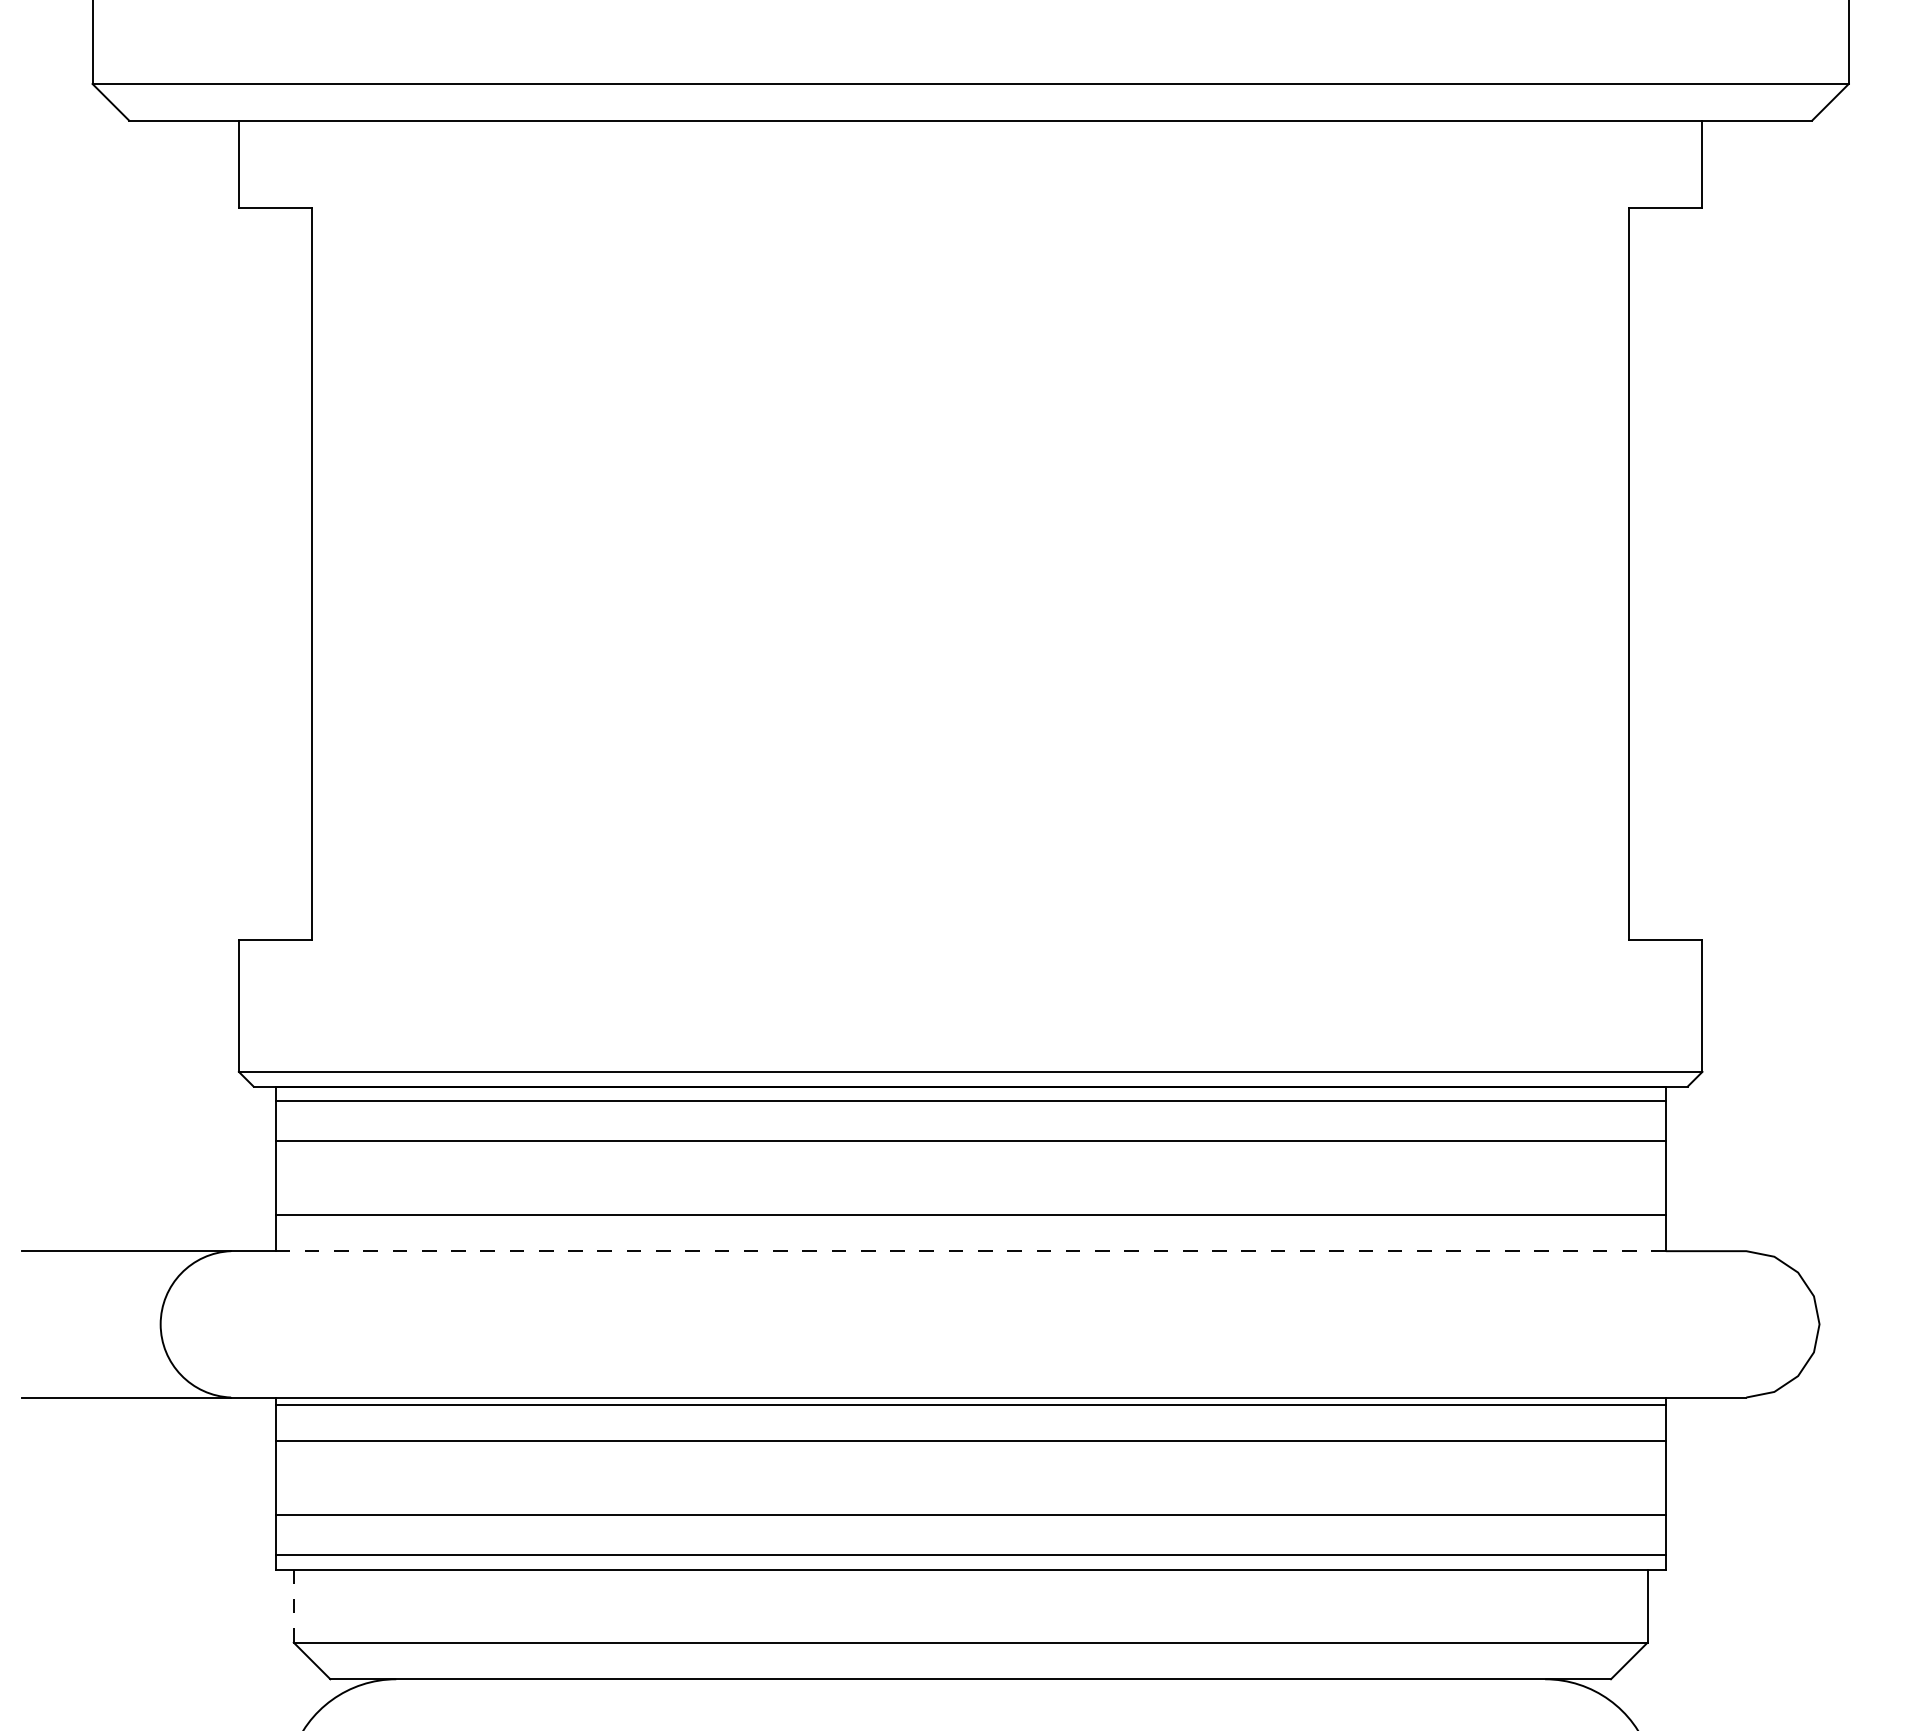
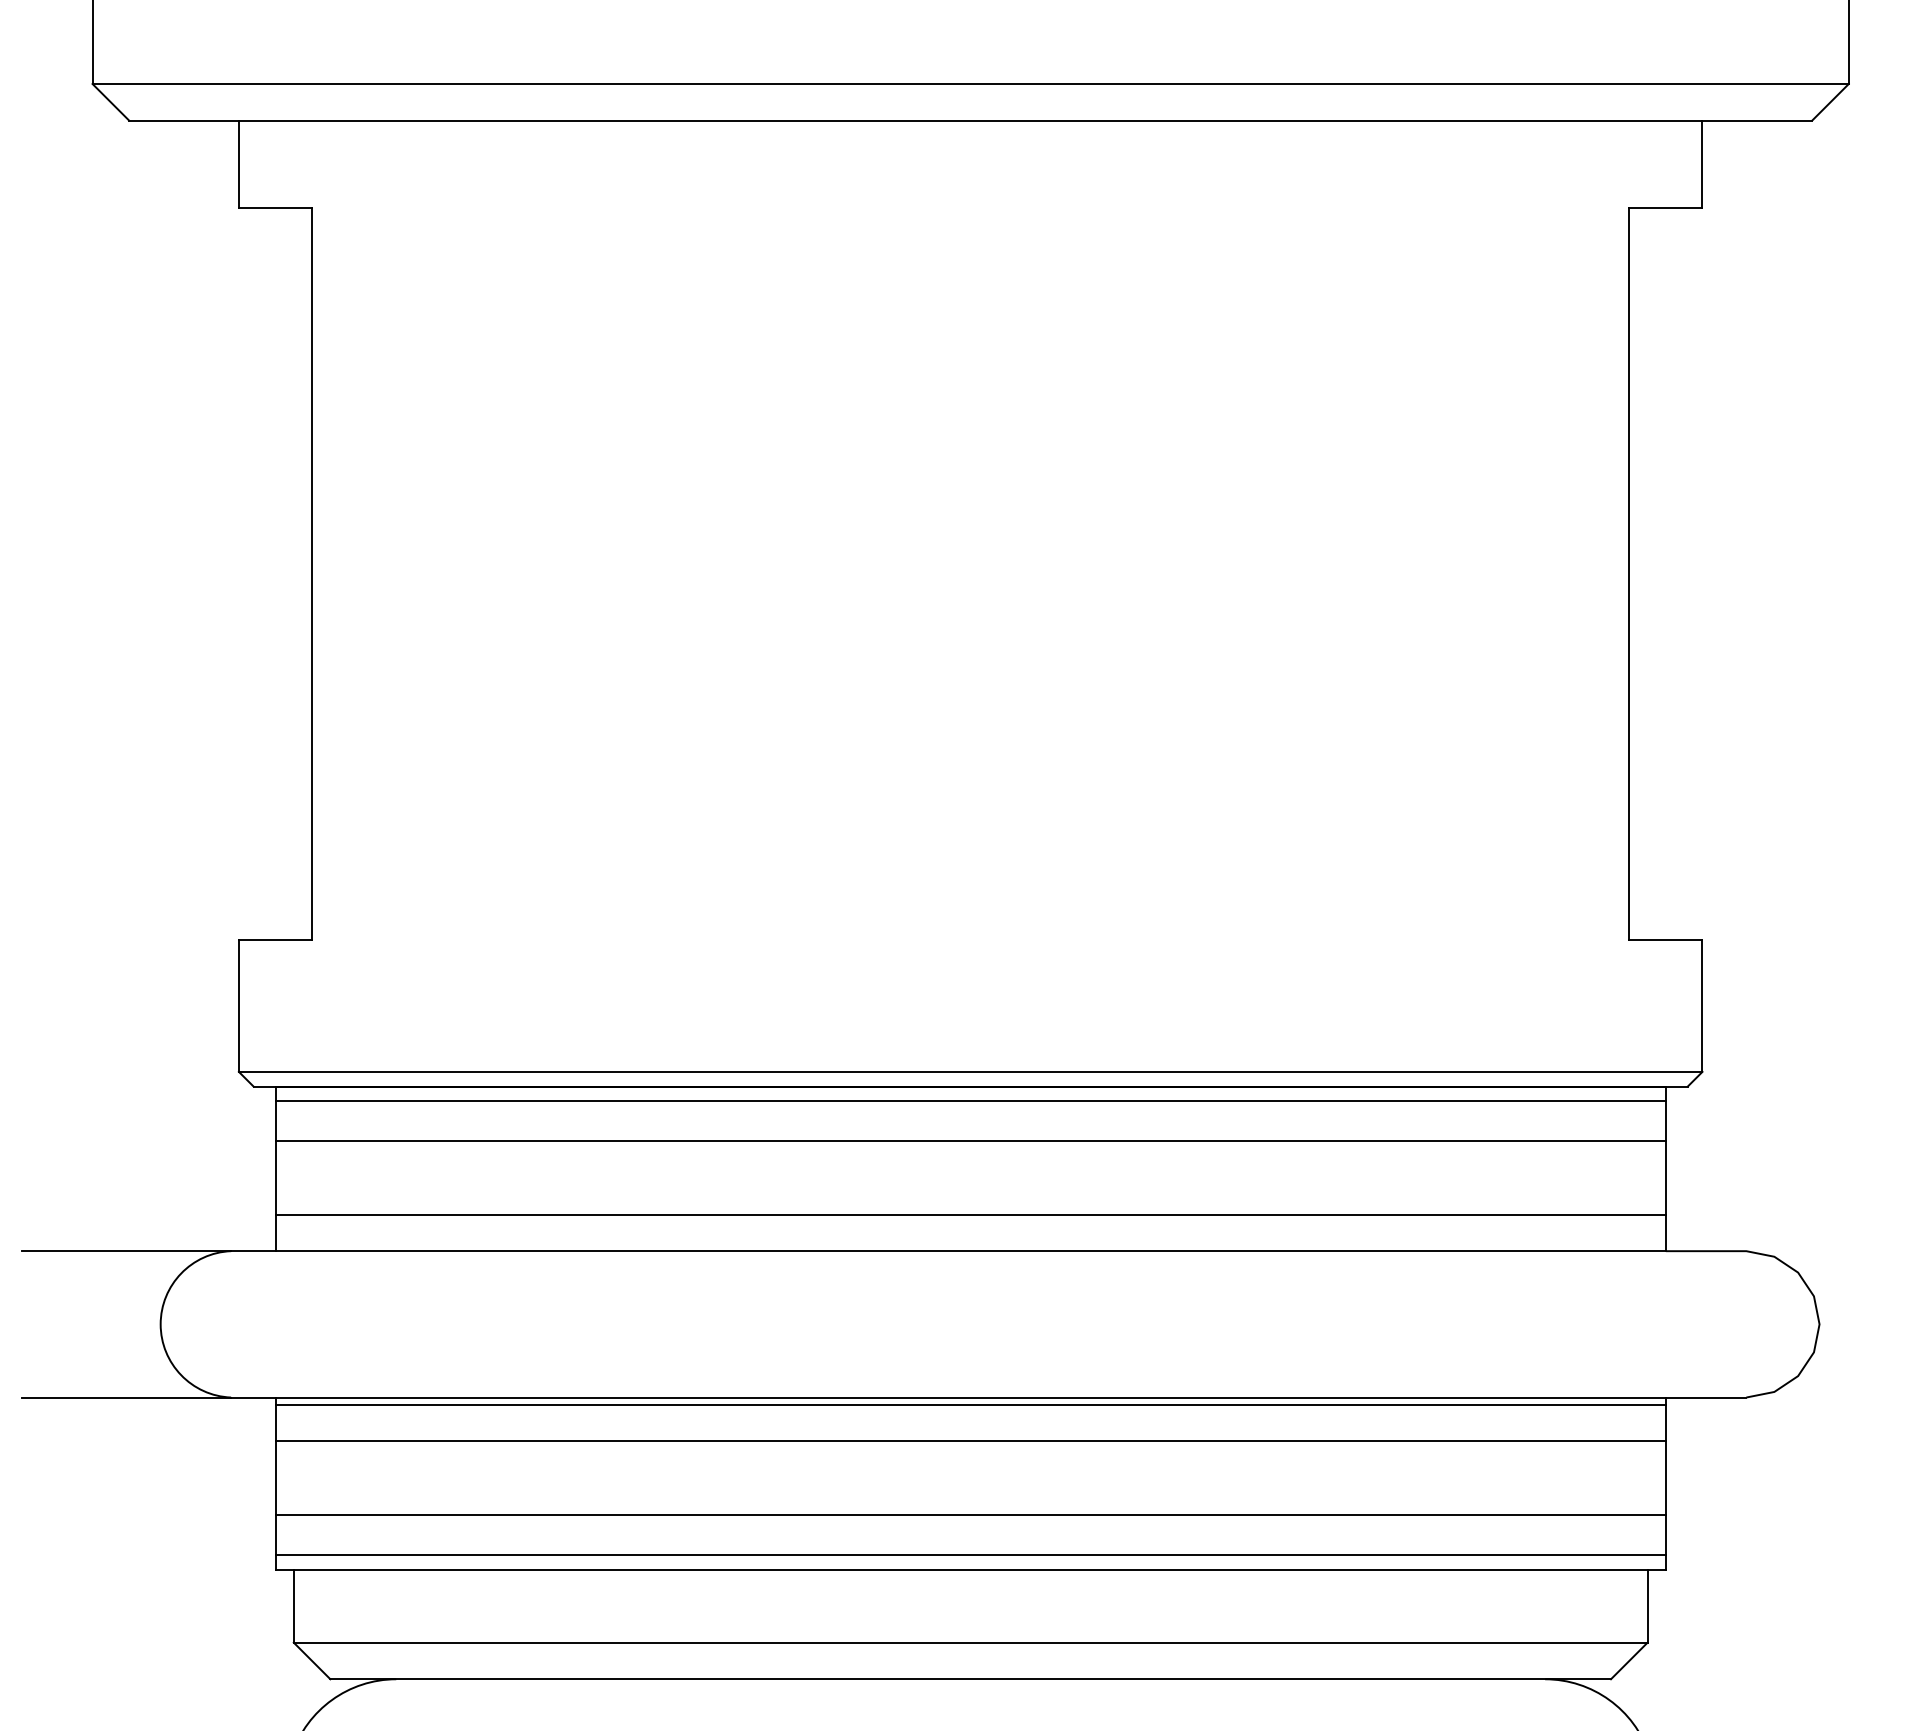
line at (971, 1251): dashed -> solid
line at (293, 1606): dashed -> solid
